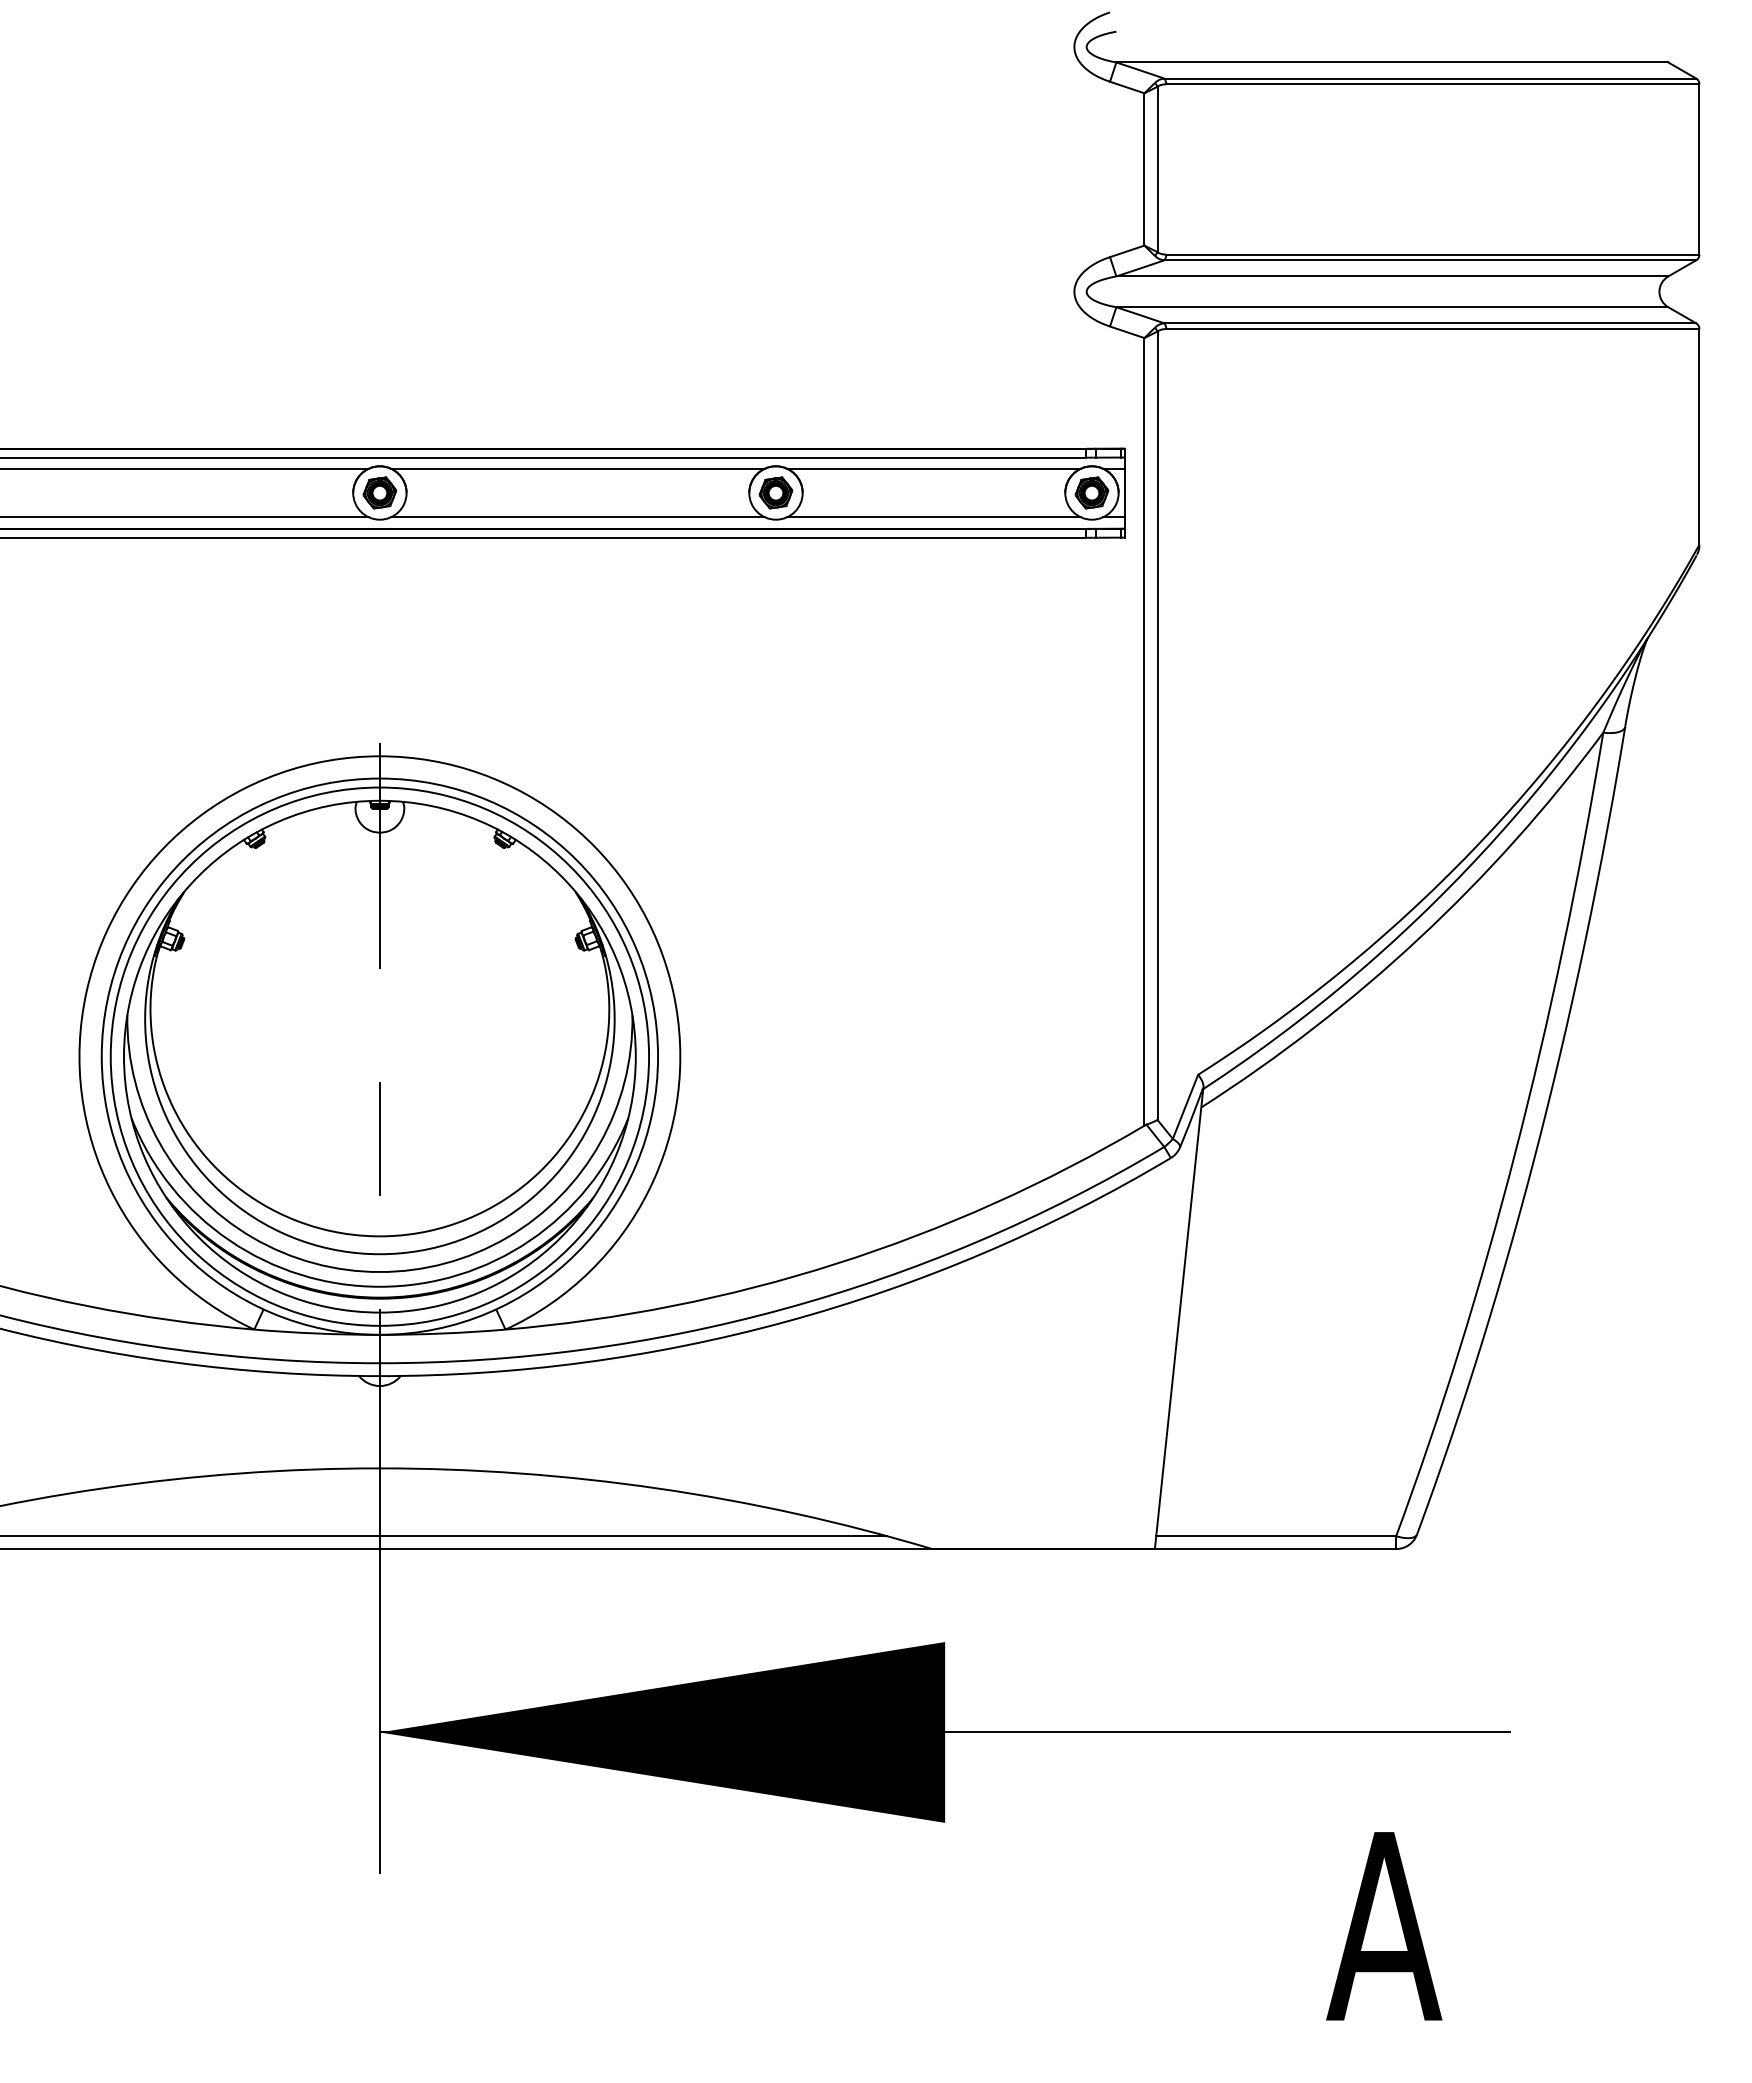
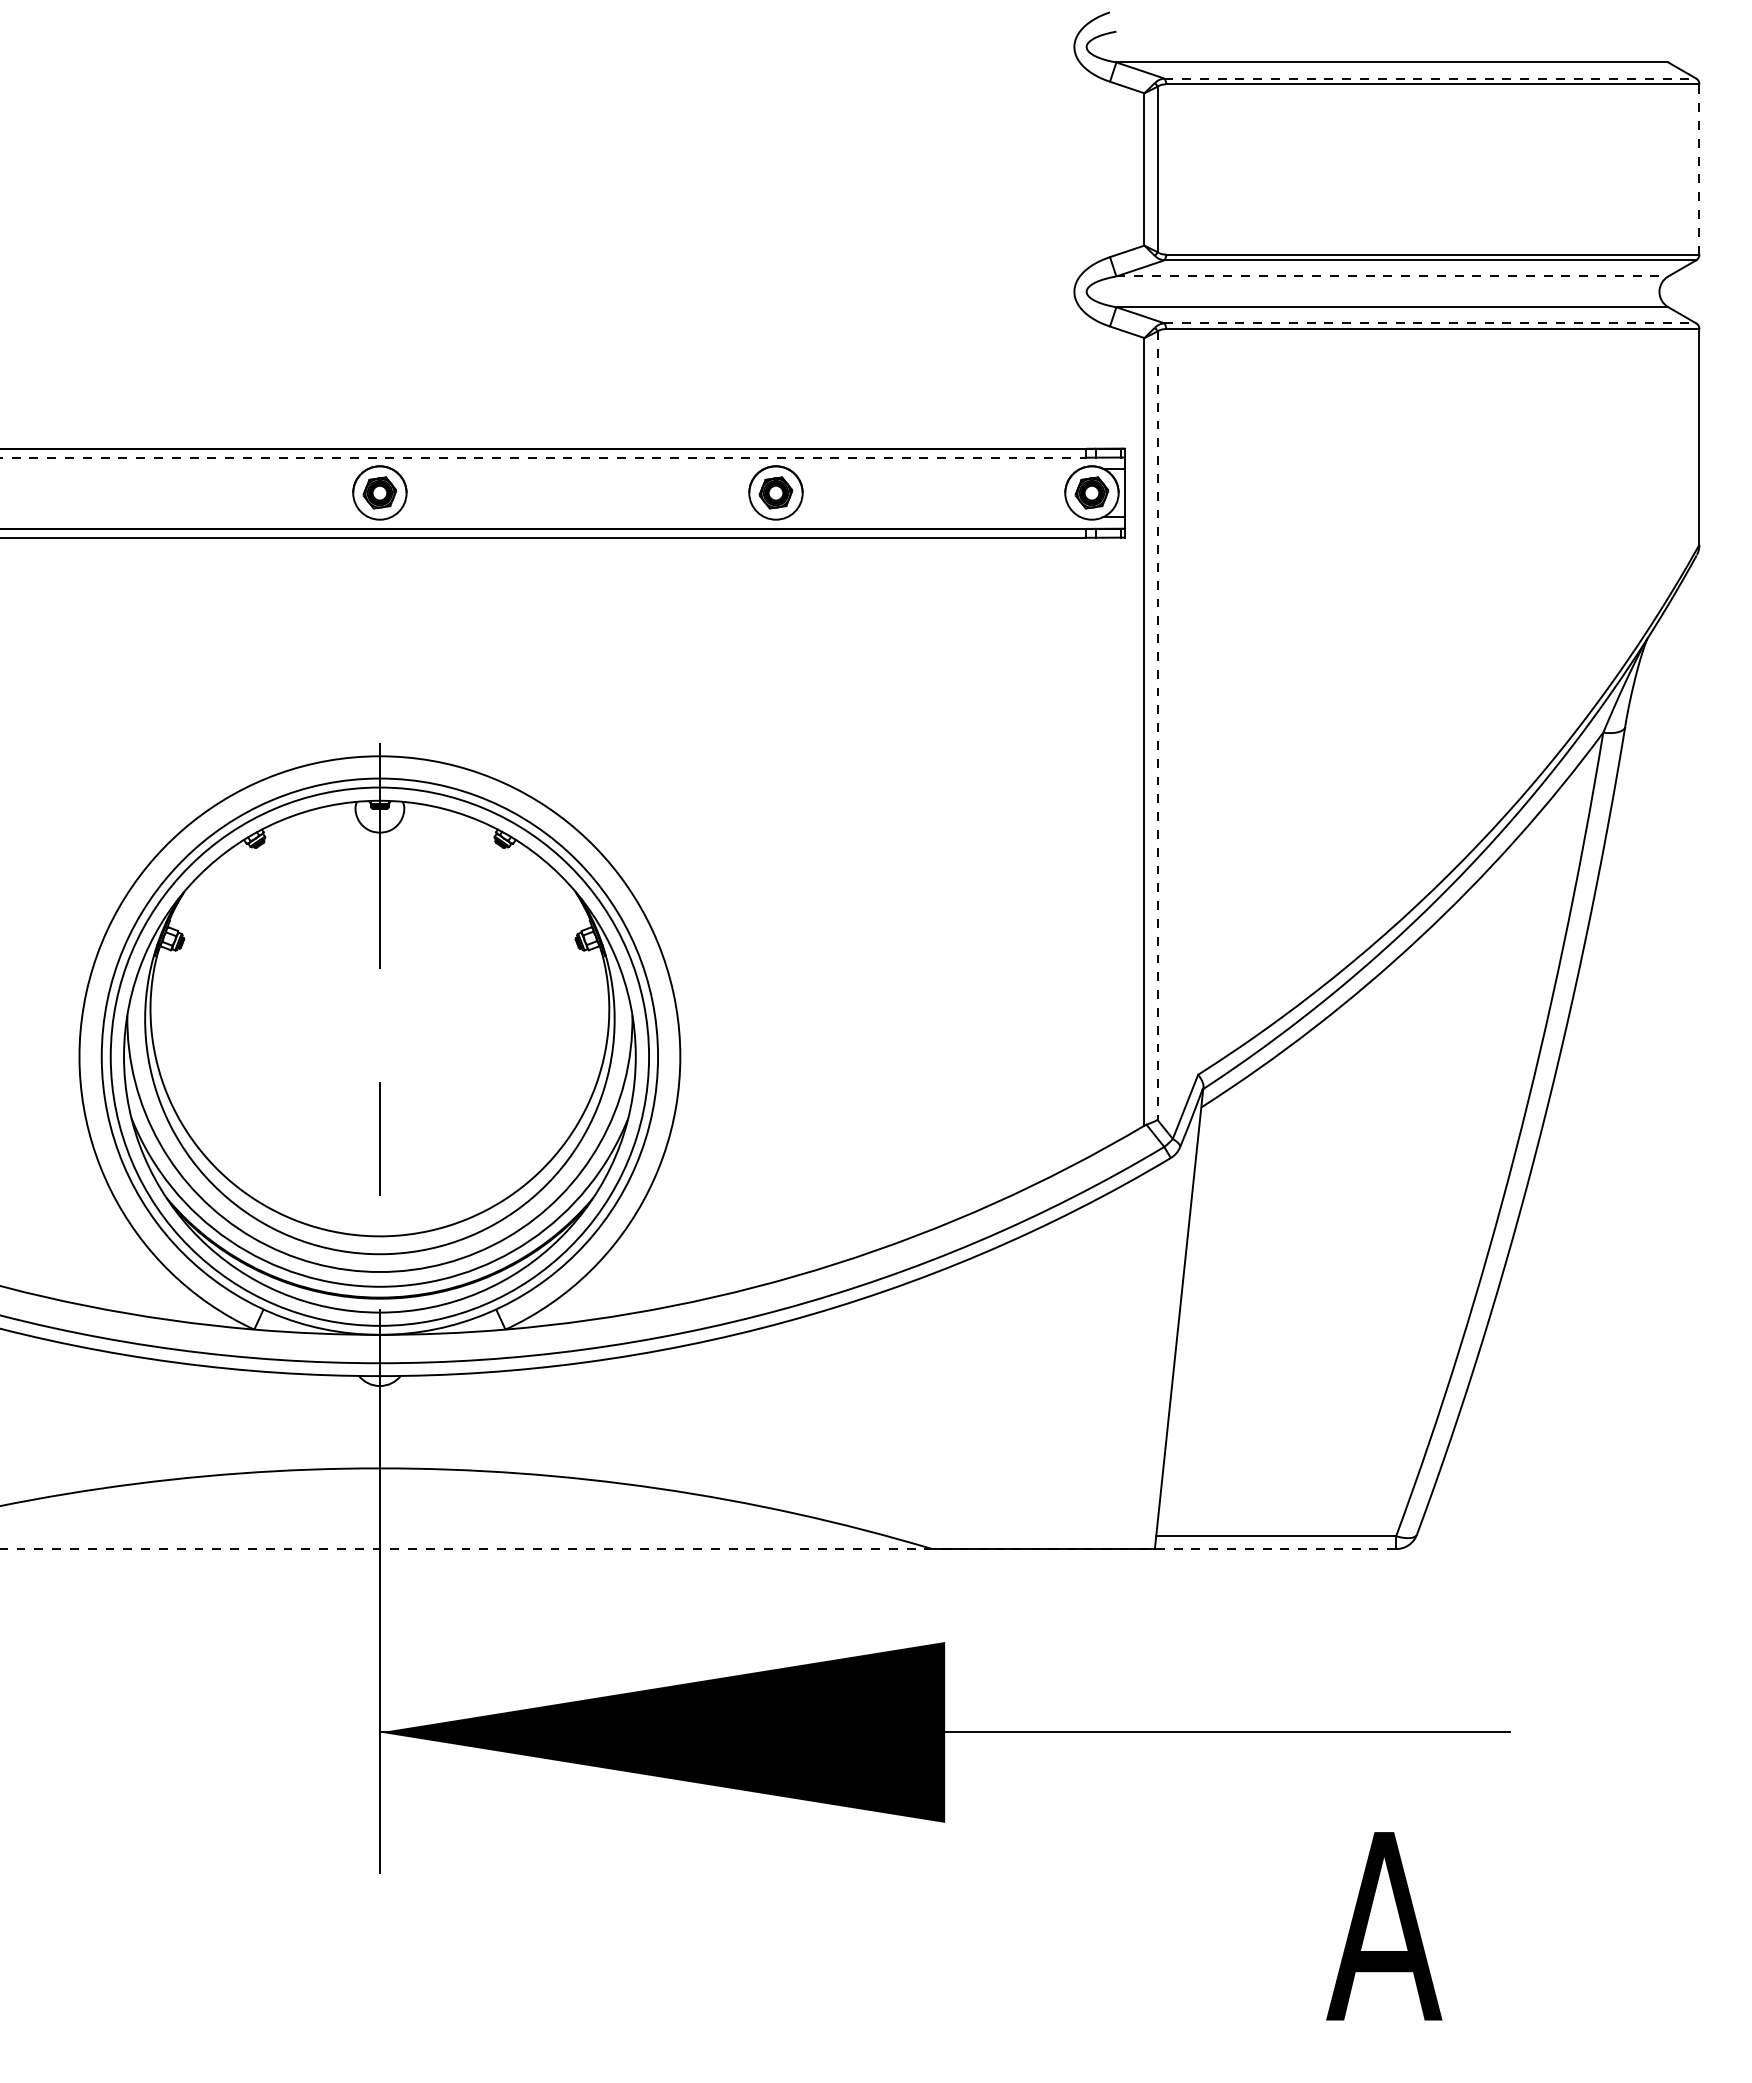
line at (1430, 78): solid -> dashed
line at (1699, 168): solid -> dashed
line at (1392, 276): solid -> dashed
line at (1430, 323): solid -> dashed
line at (543, 457): solid -> dashed
line at (185, 468): present -> none
line at (577, 468): present -> none
line at (933, 468): present -> none
line at (185, 517): present -> none
line at (577, 517): present -> none
line at (933, 517): present -> none
line at (1157, 726): solid -> dashed
line at (444, 1536): present -> none
line at (698, 1549): solid -> dashed
